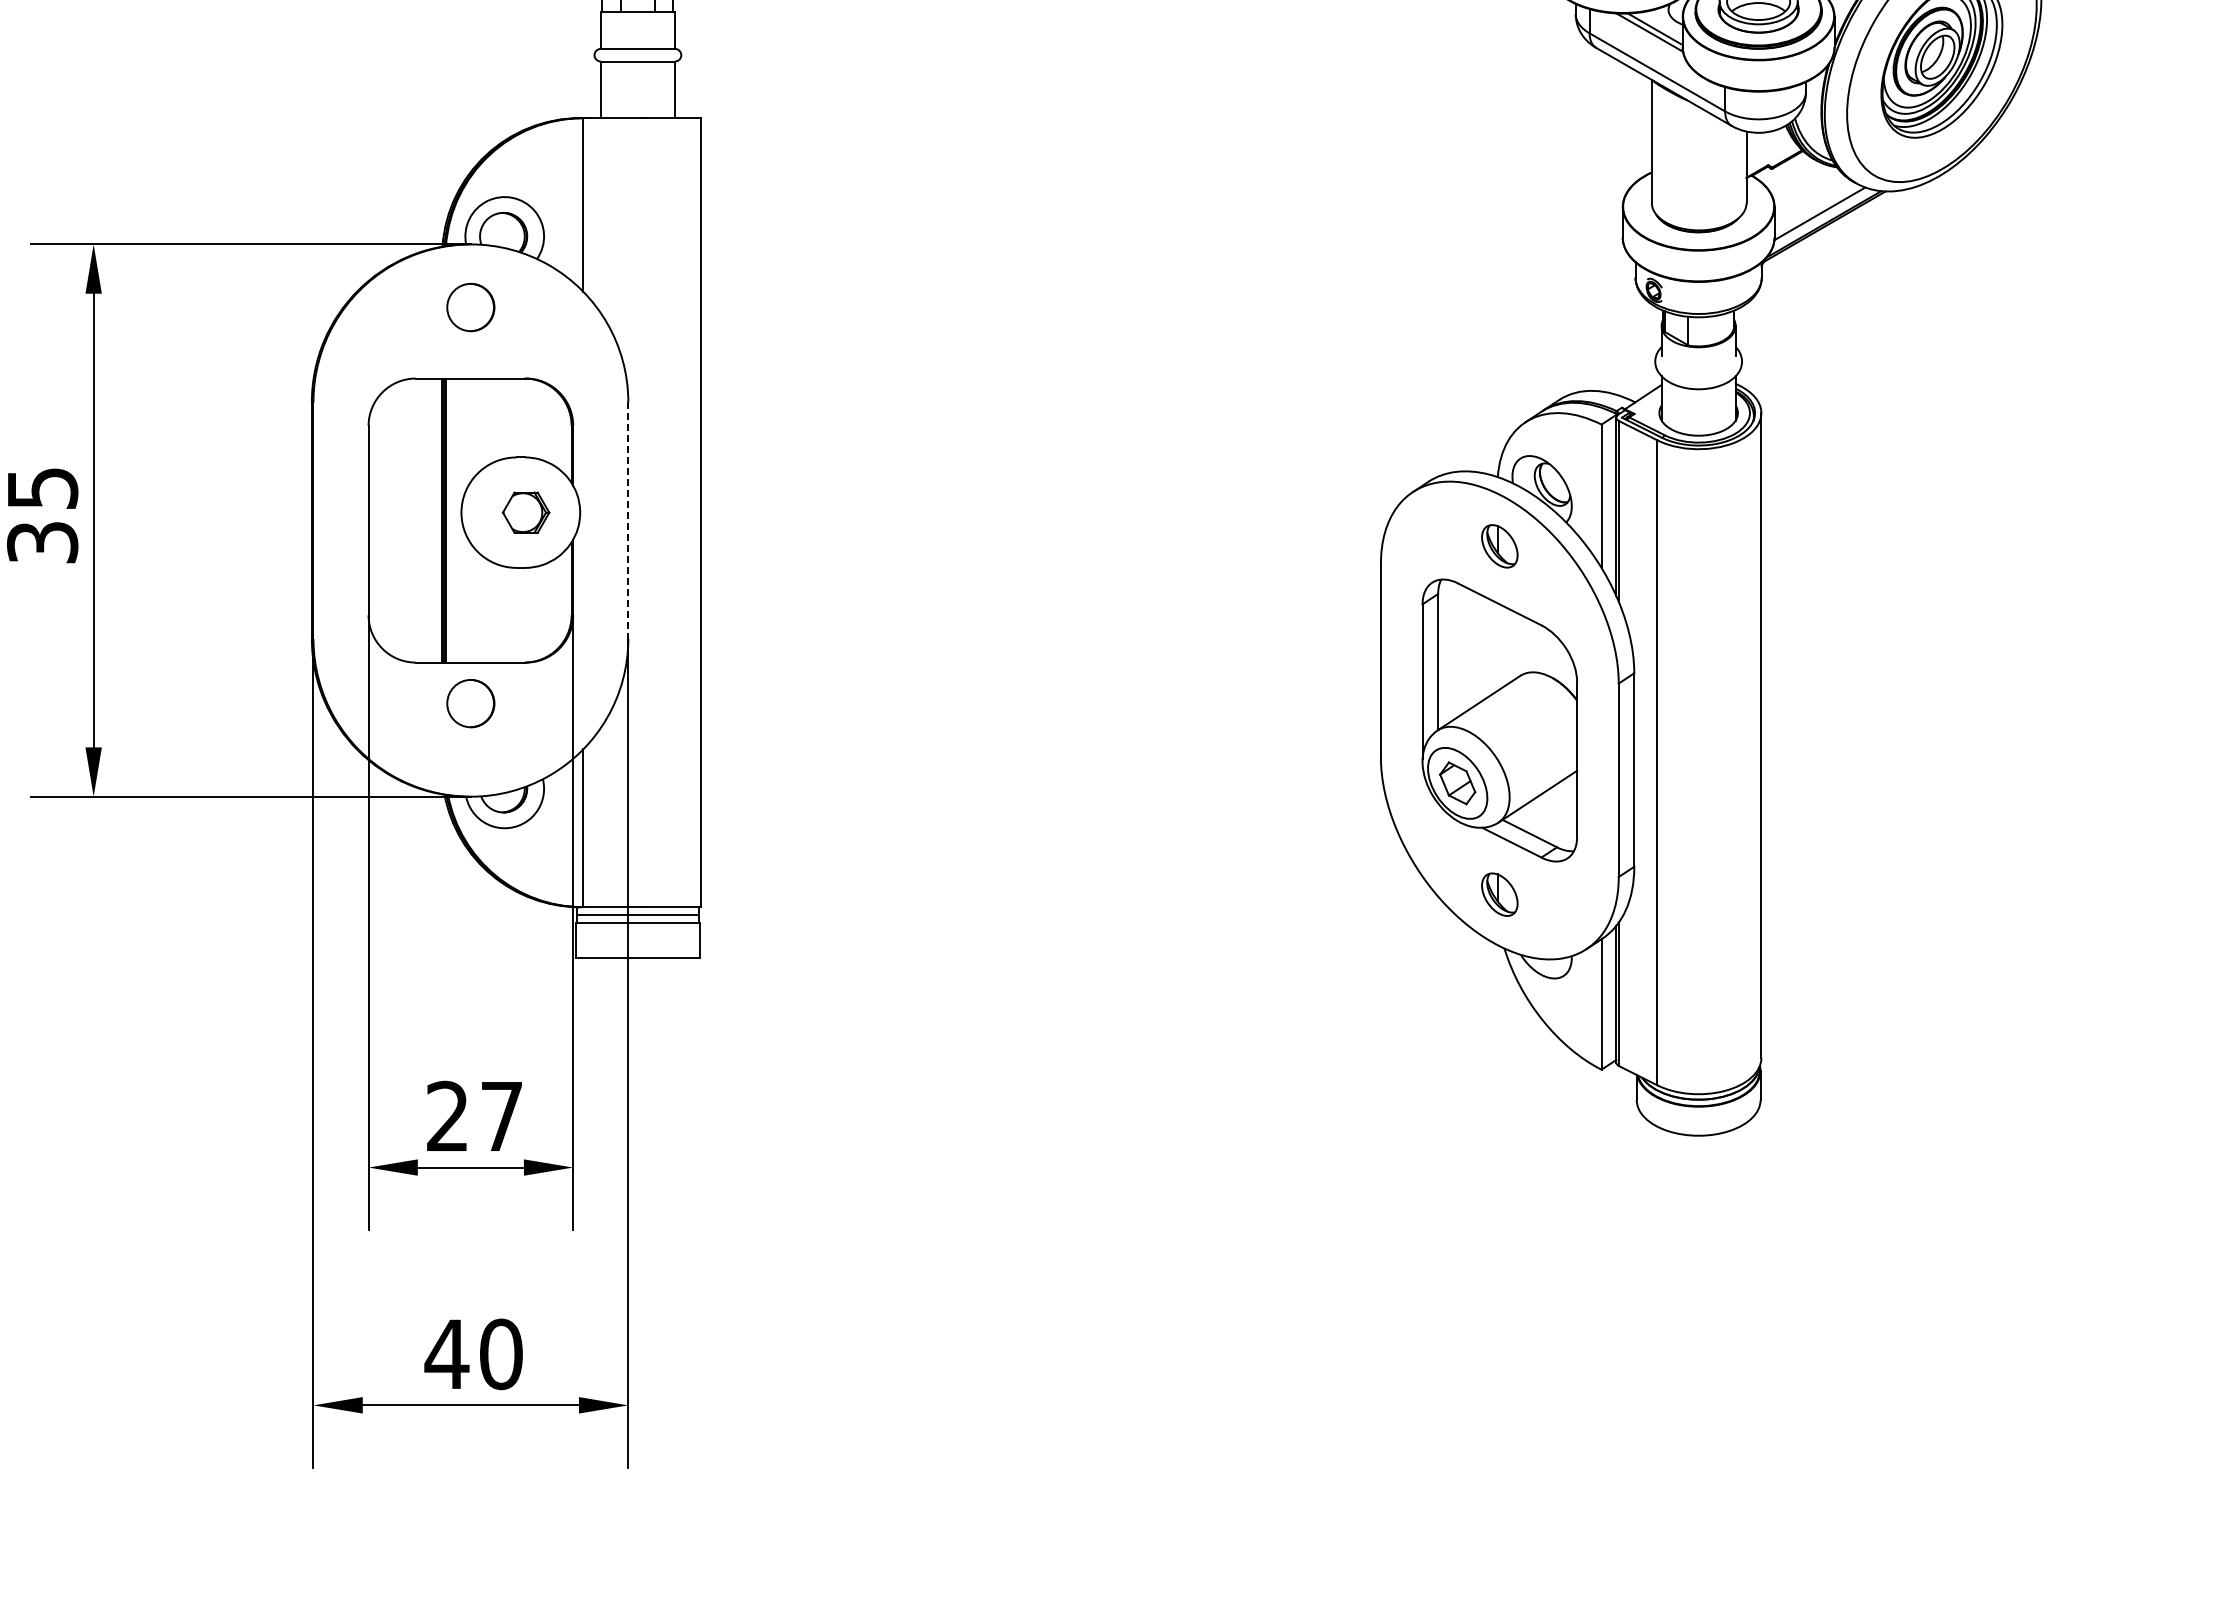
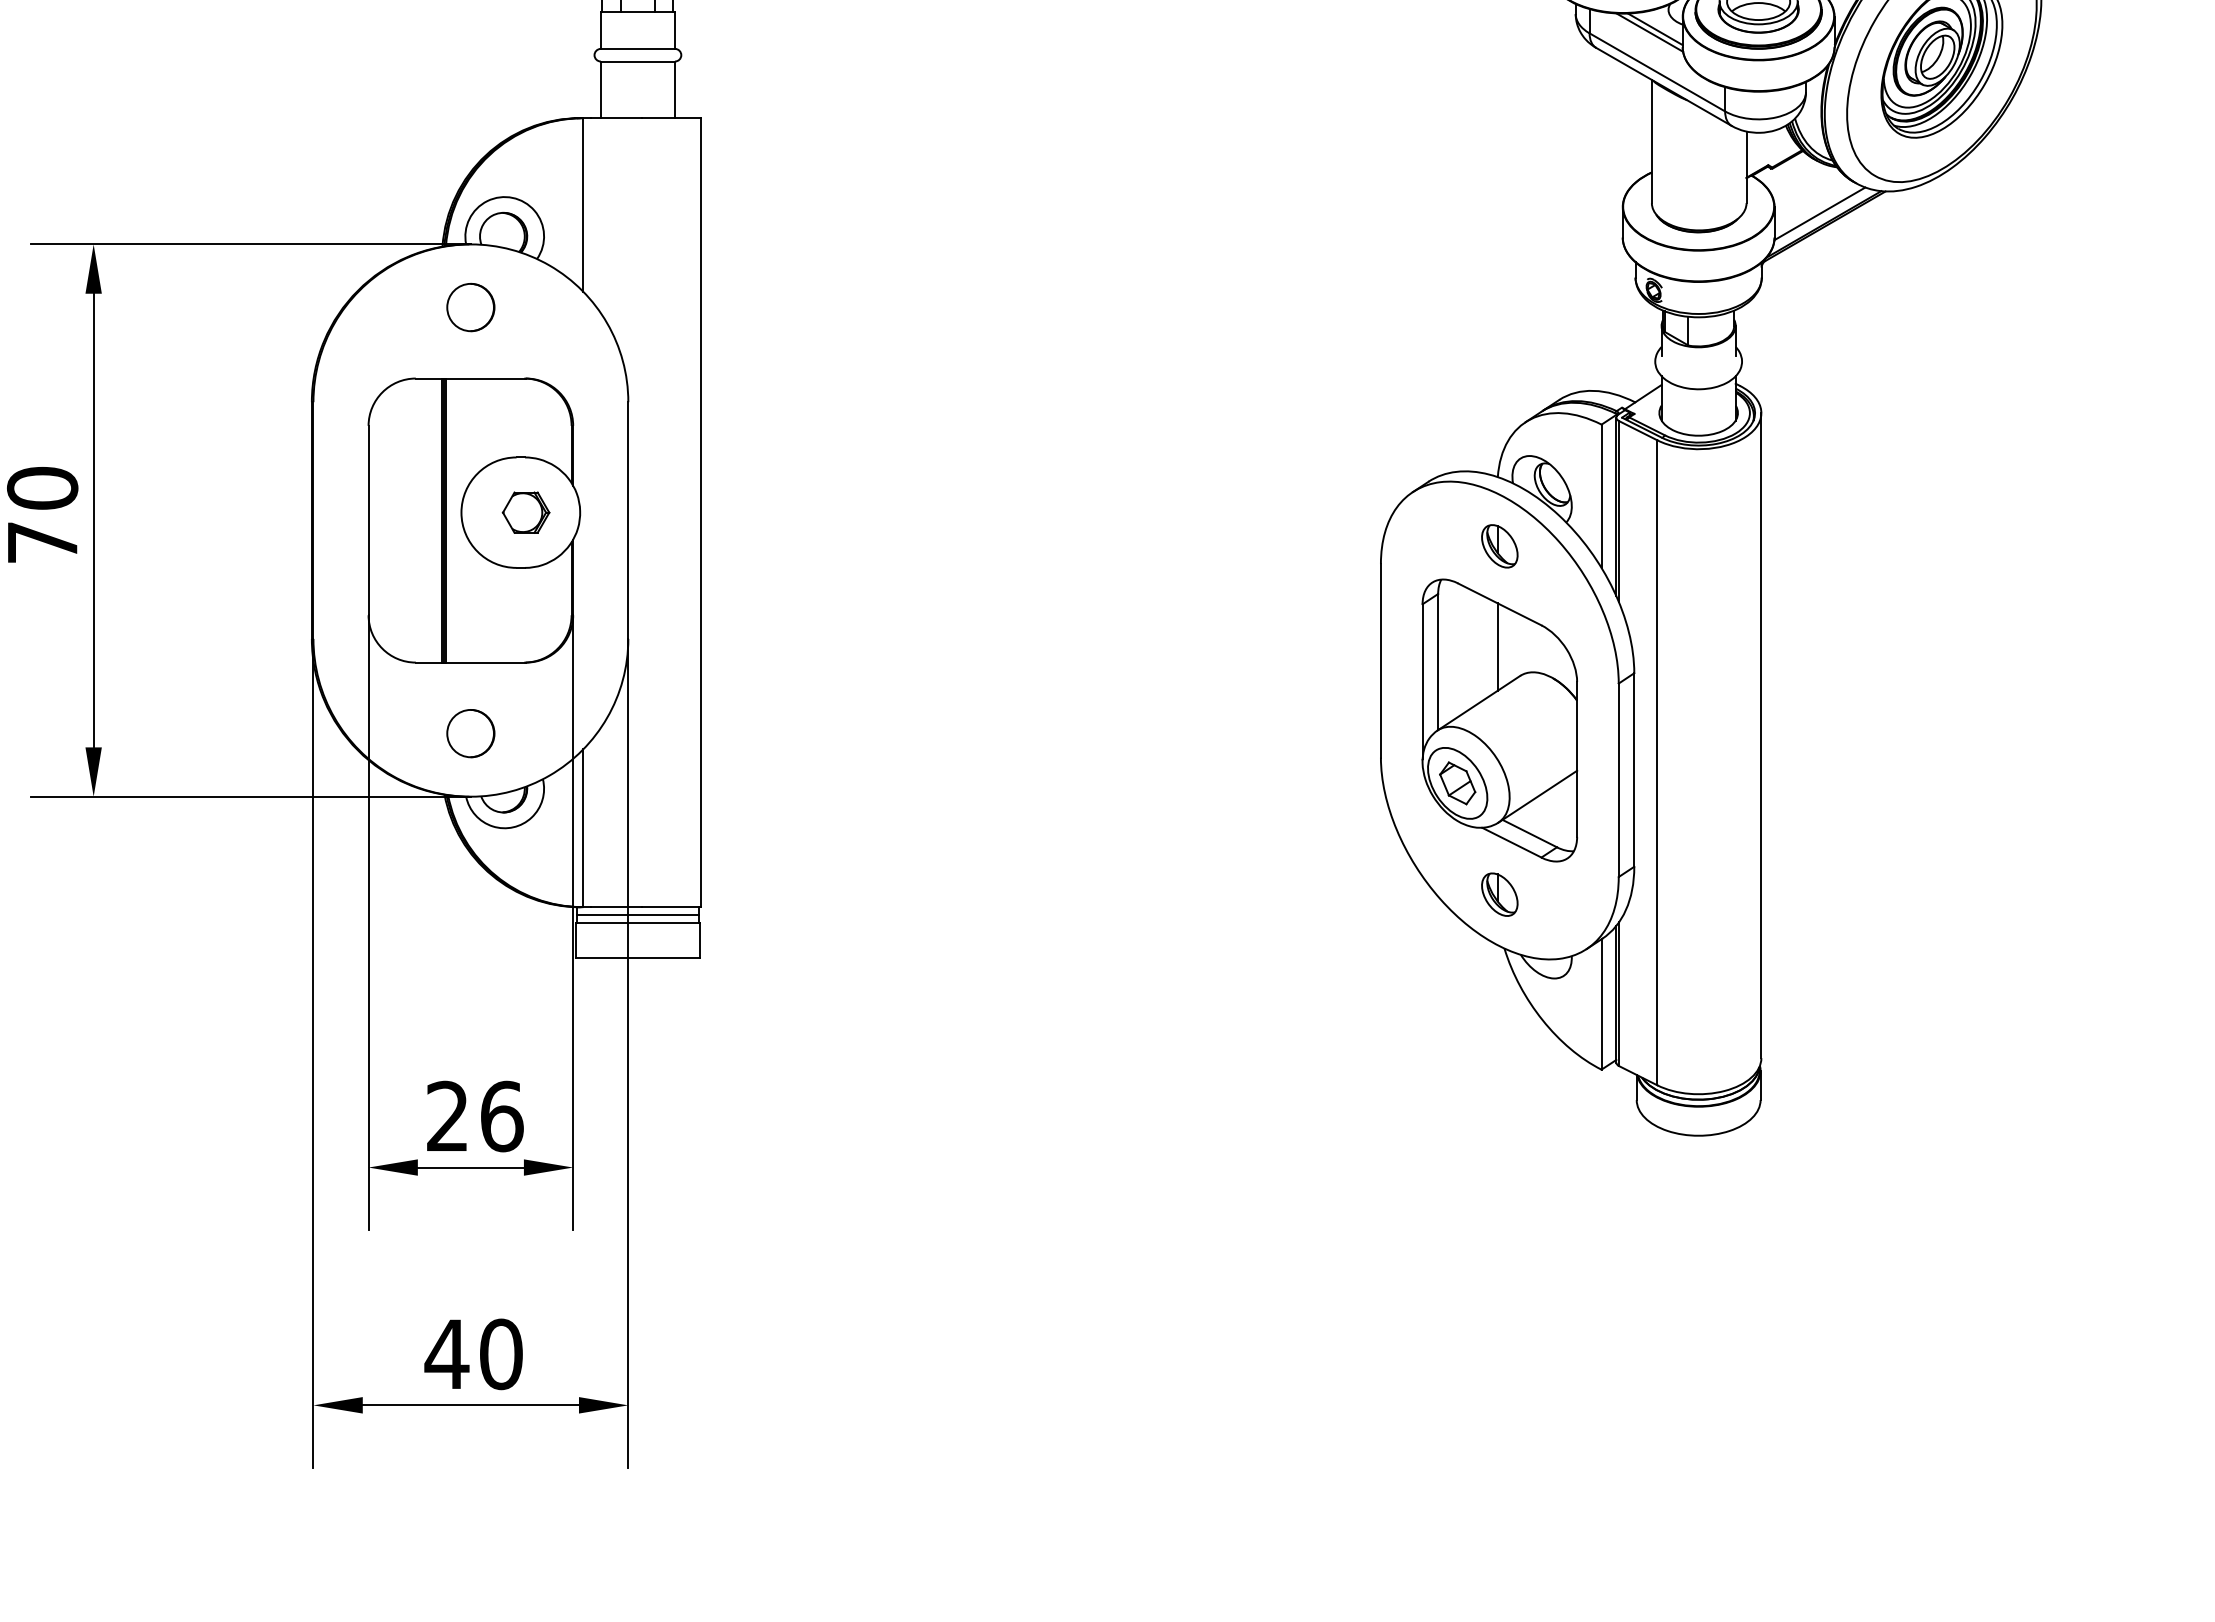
text at (42, 515): 35 -> 70
line at (628, 521): dashed -> solid
line at (1497, 646): none -> present
part at (470, 703) position: (470, 703) -> (470, 733)
text at (502, 1116): 27 -> 26
